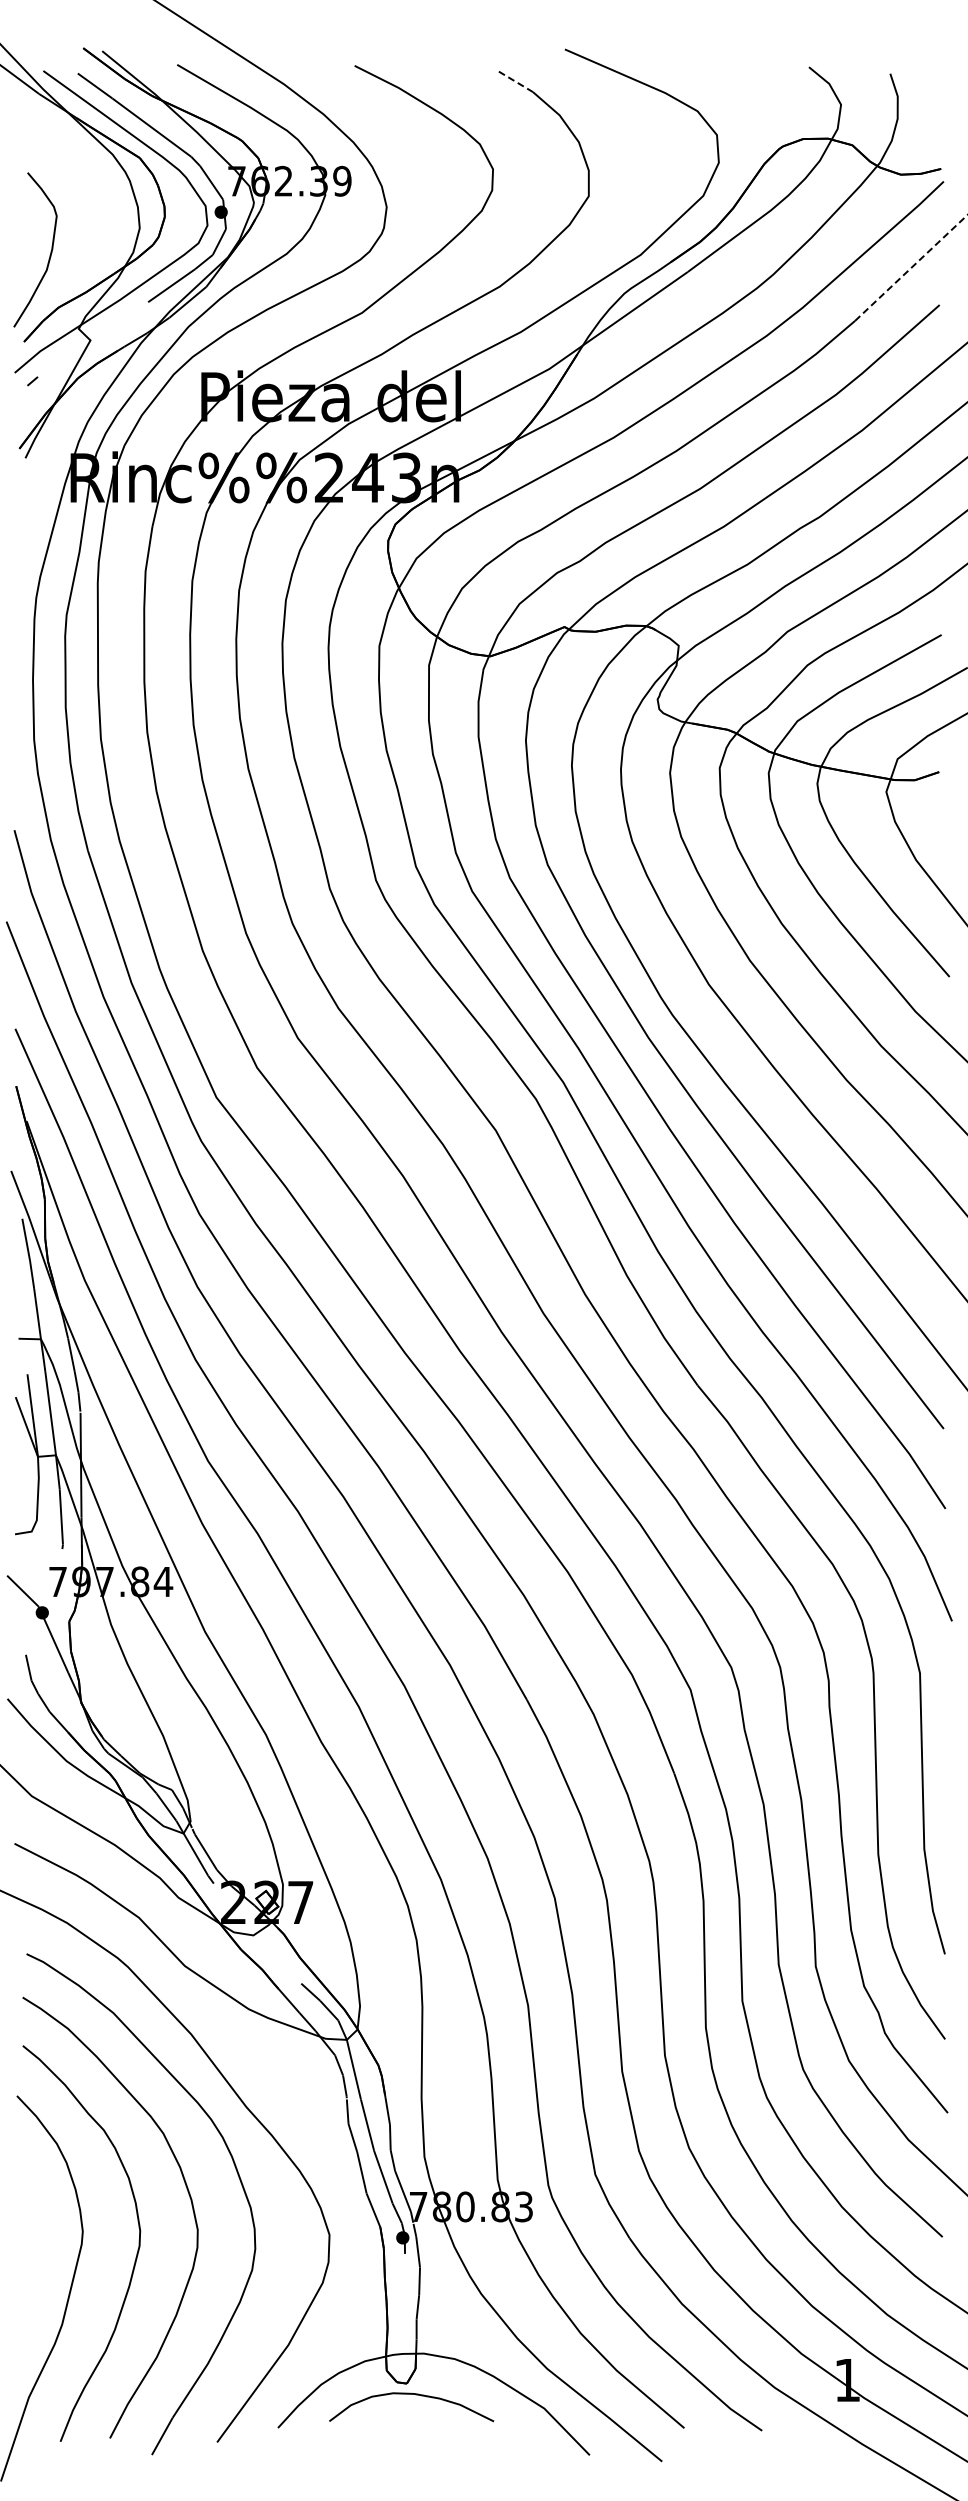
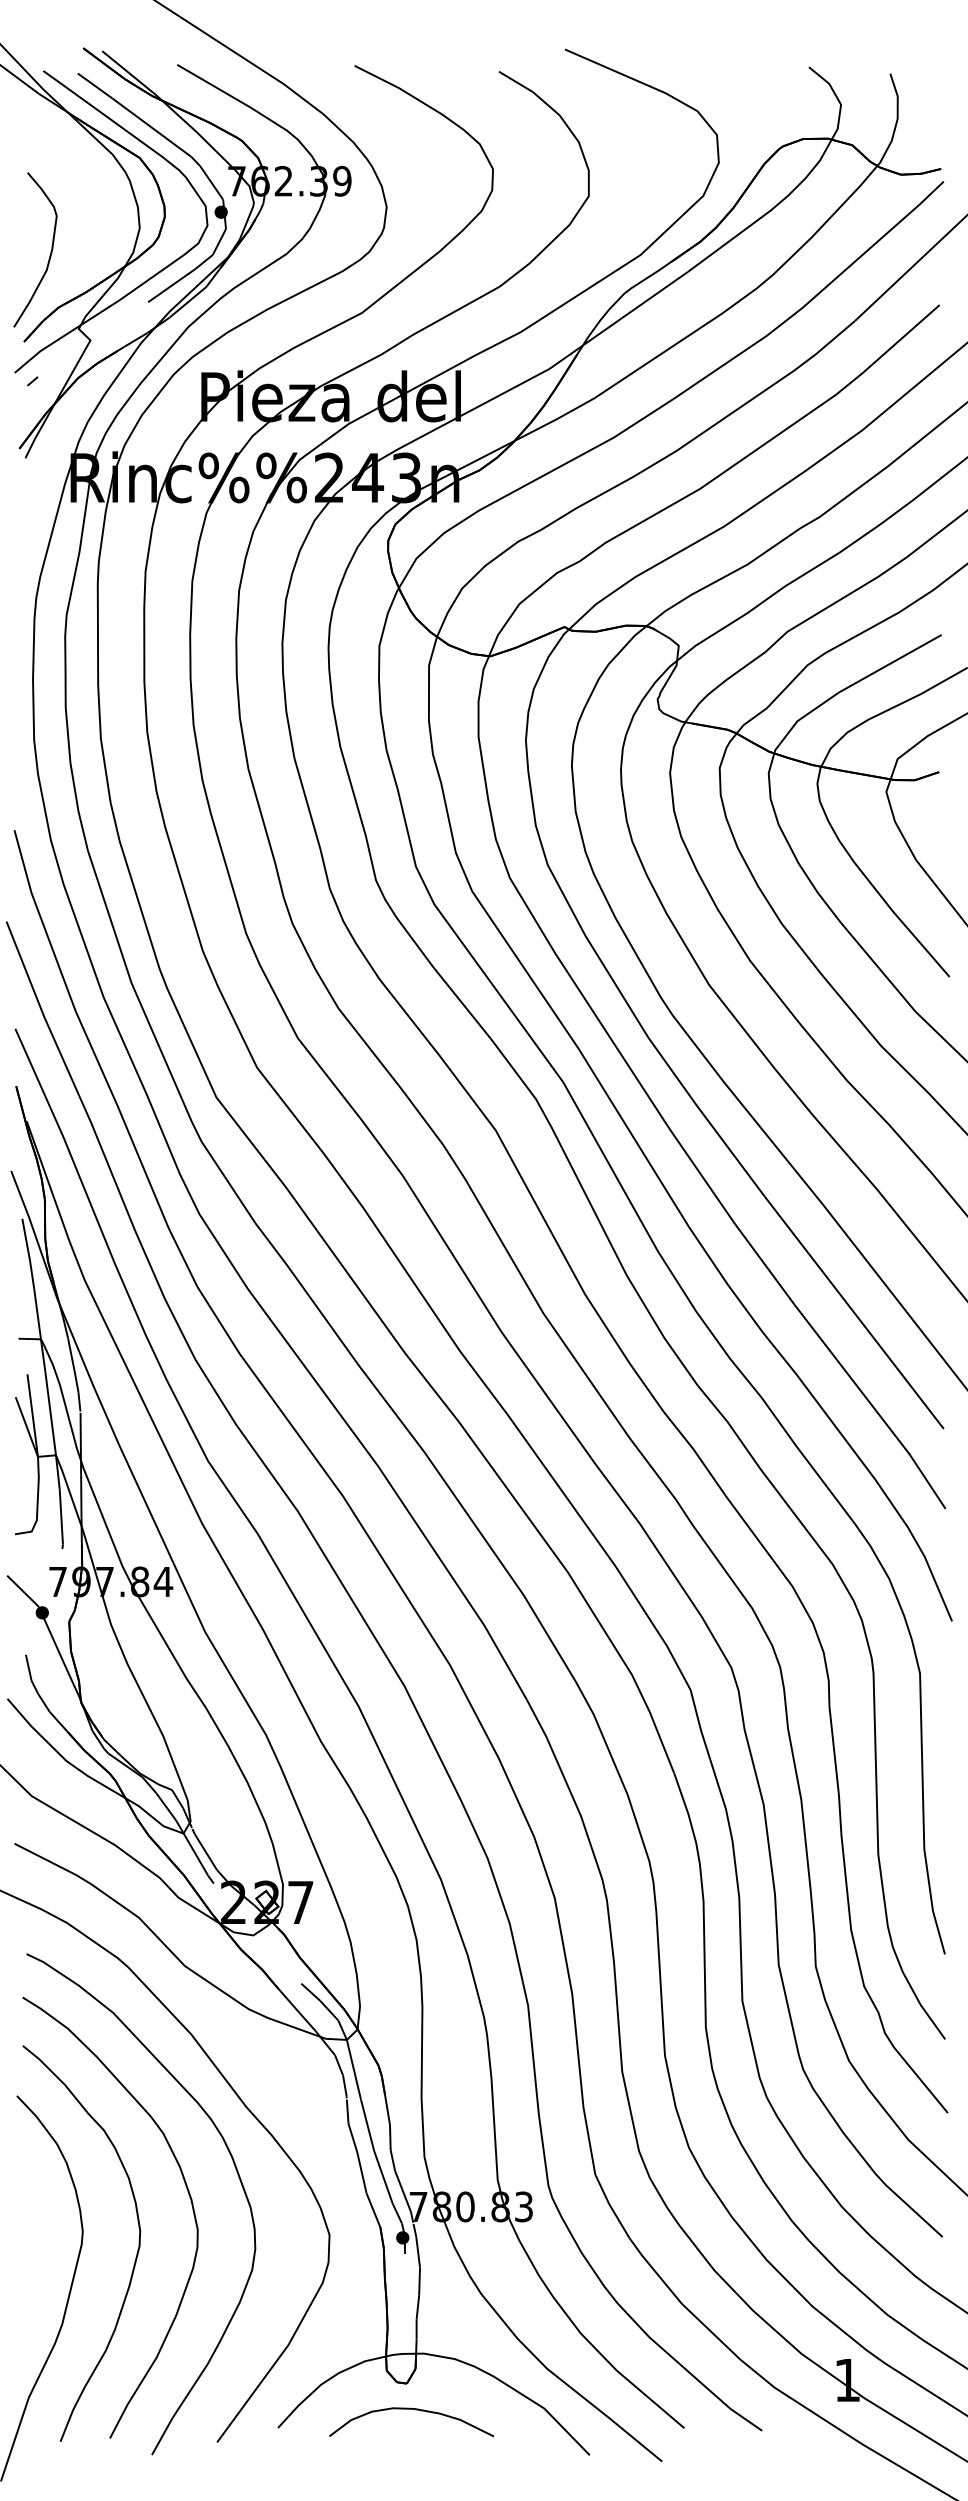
line at (515, 81): dashed -> solid
line at (911, 267): dashed -> solid
curve at (415, 2395) position: (415, 2395) -> (415, 2410)
